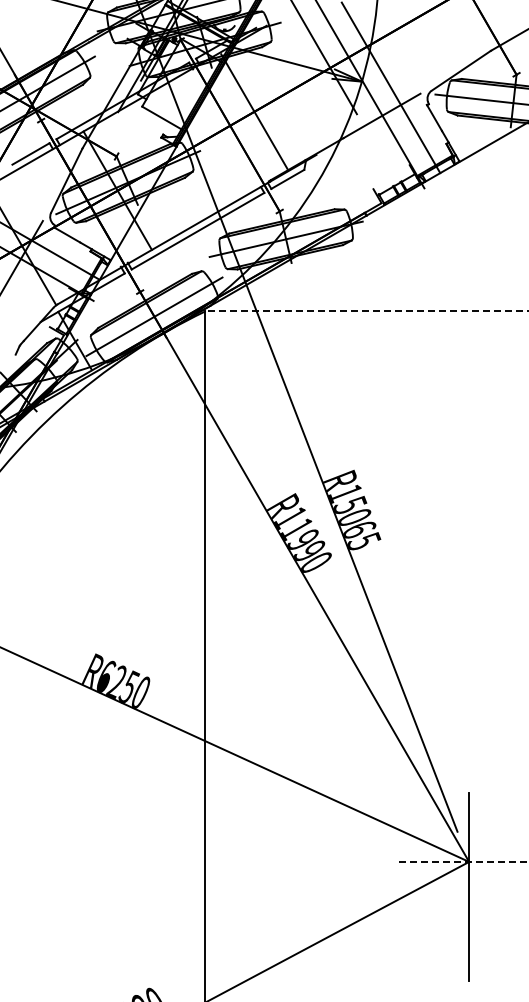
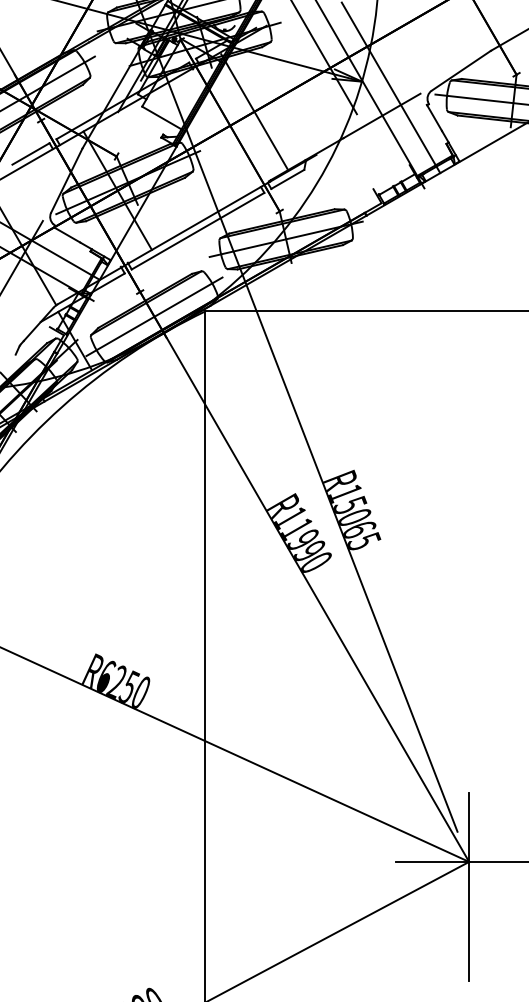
line at (366, 311): dashed -> solid
line at (461, 861): dashed -> solid
